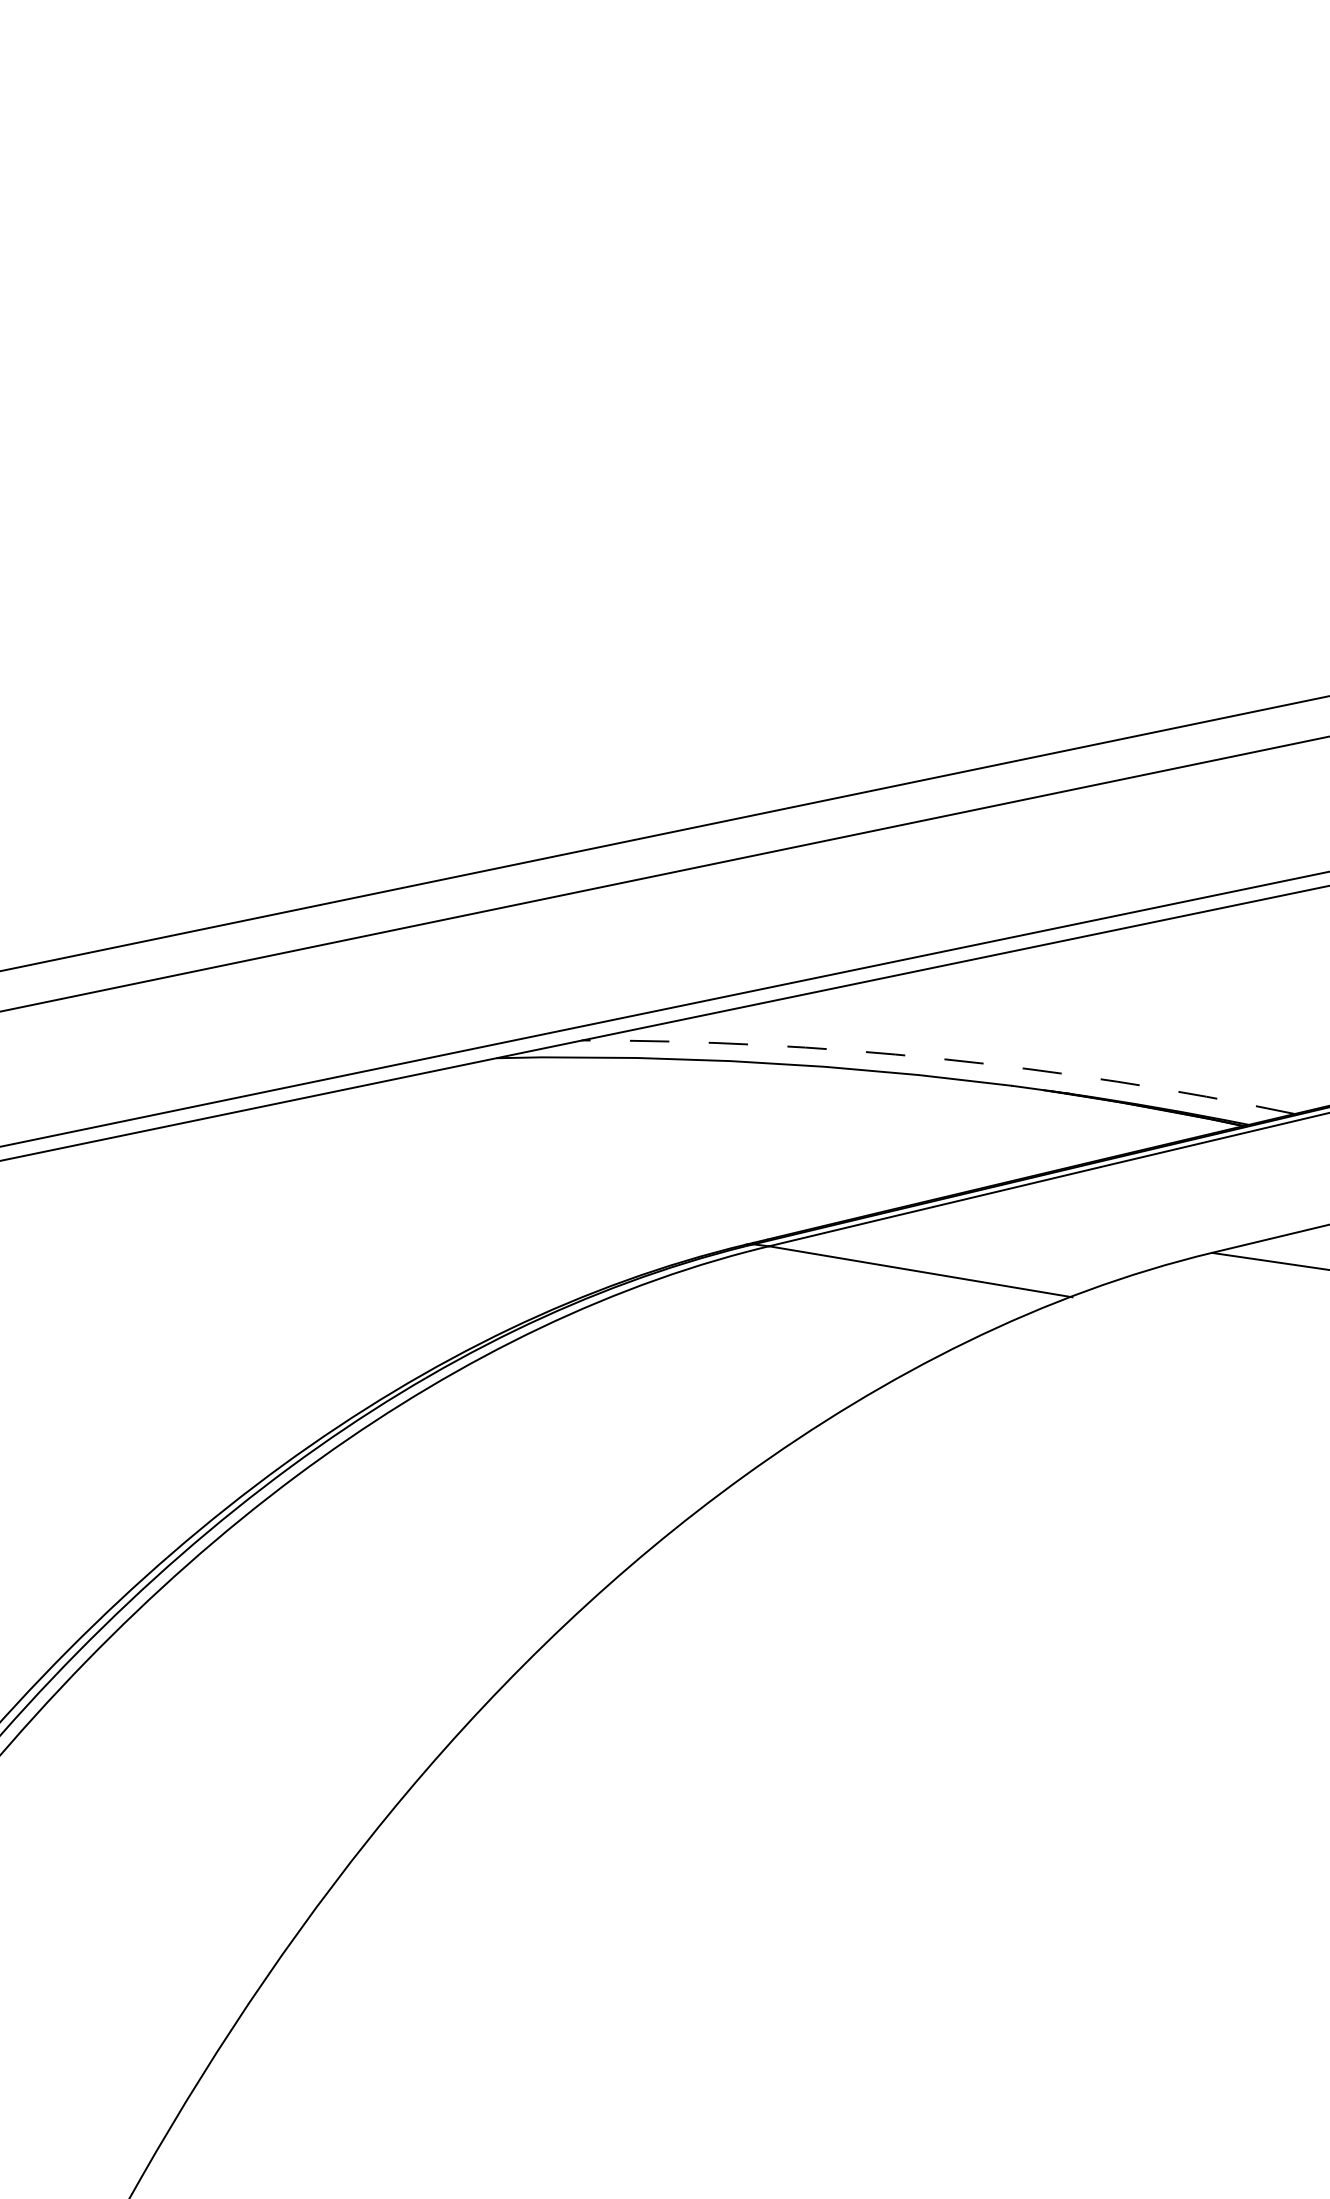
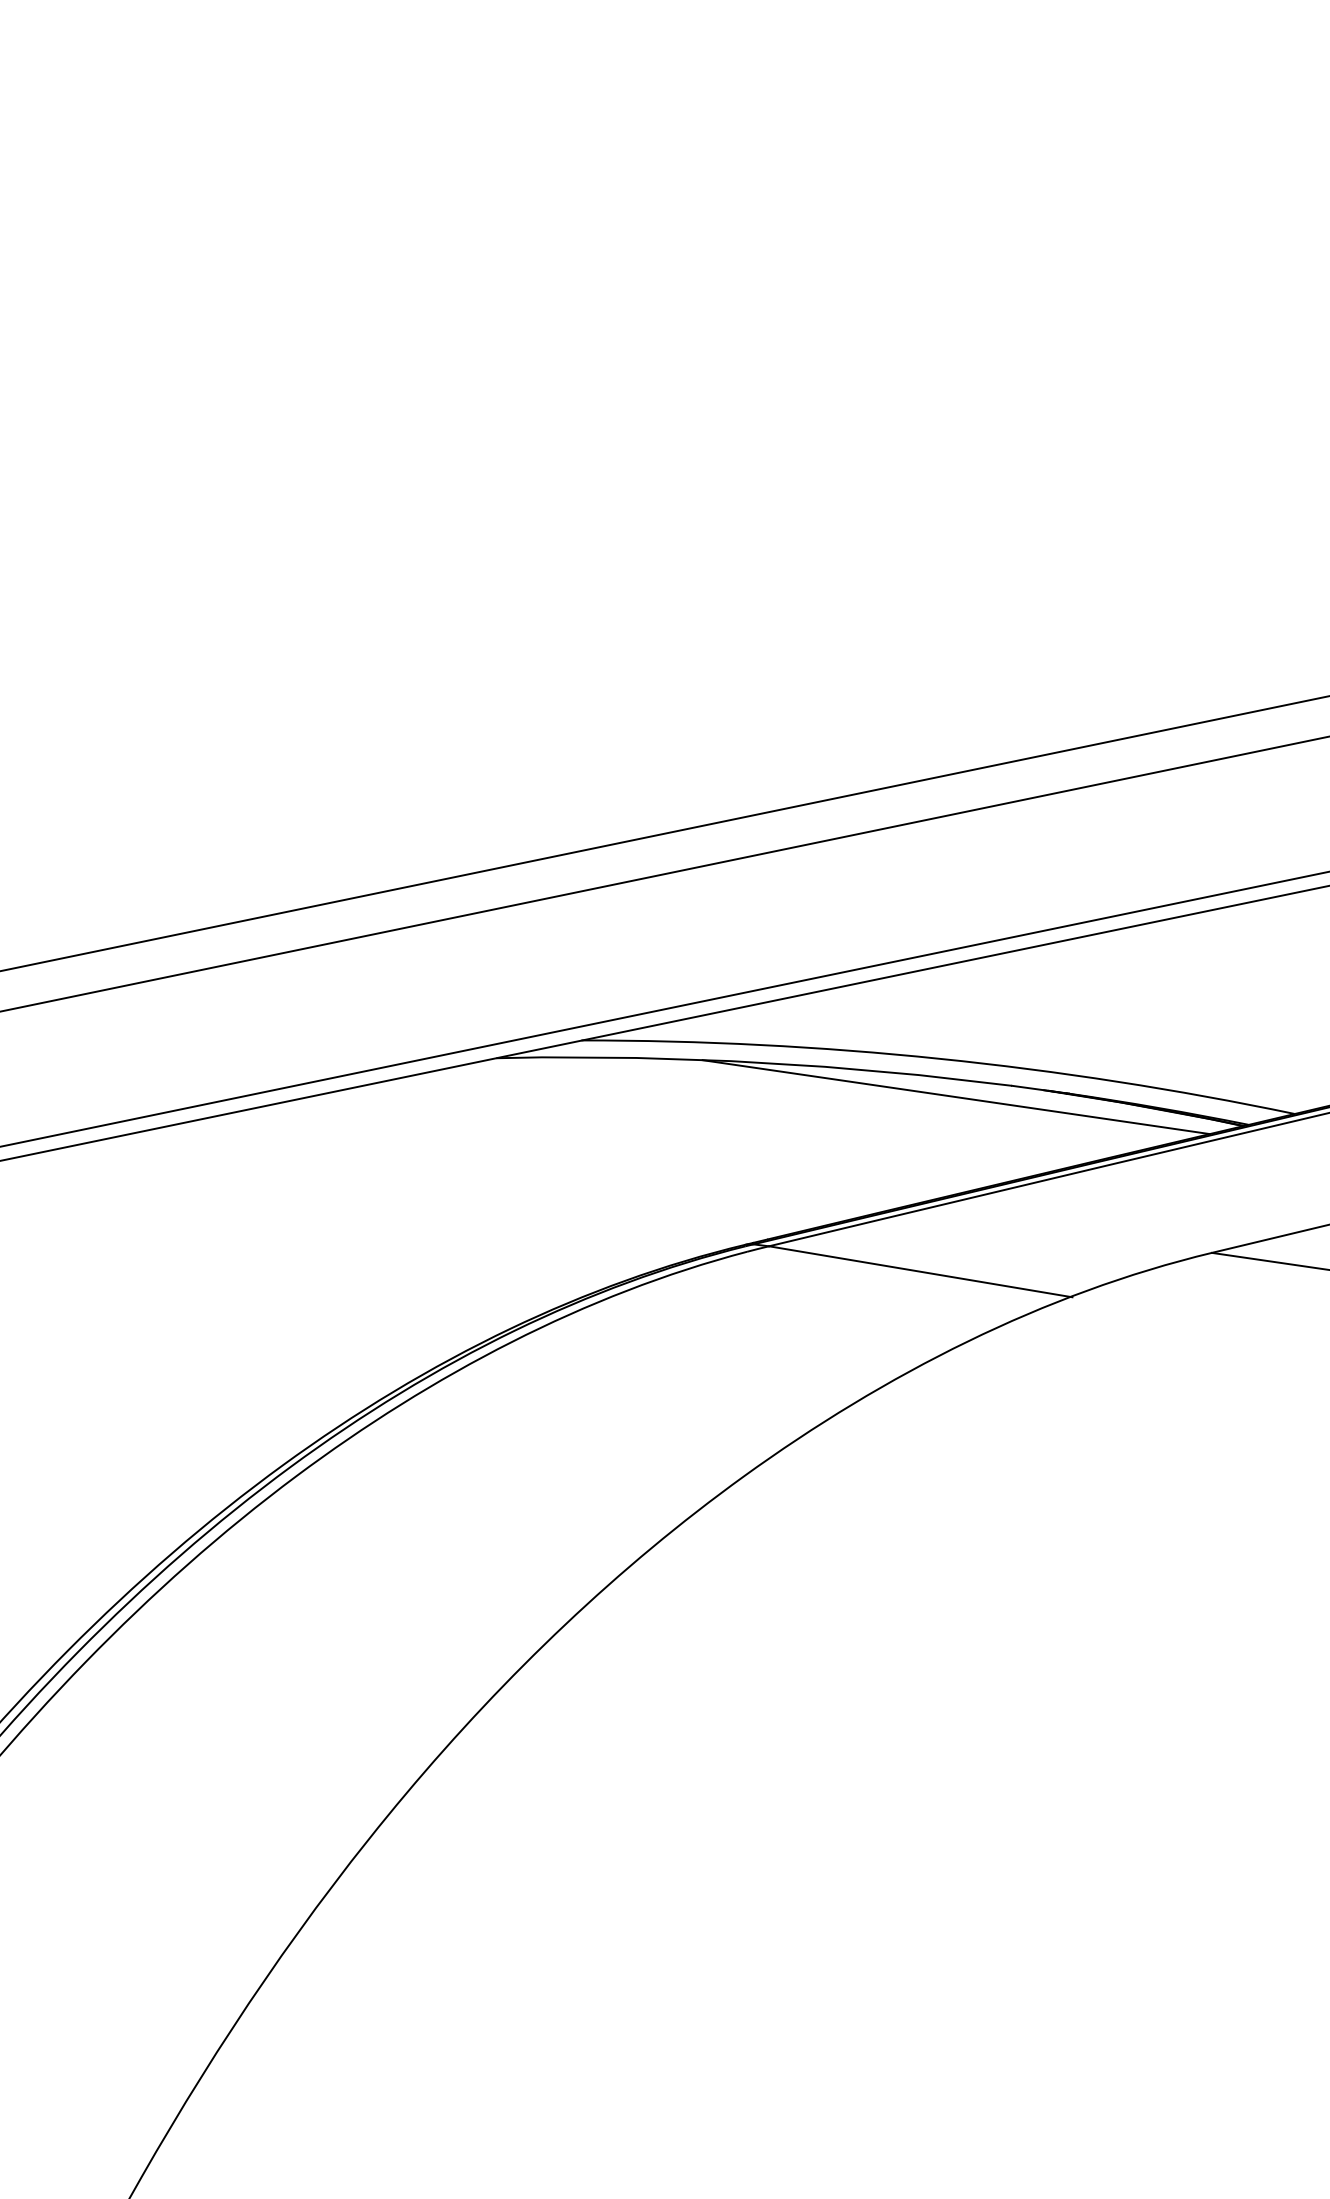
arc at (939, 1058): dashed -> solid
line at (956, 1097): none -> present
